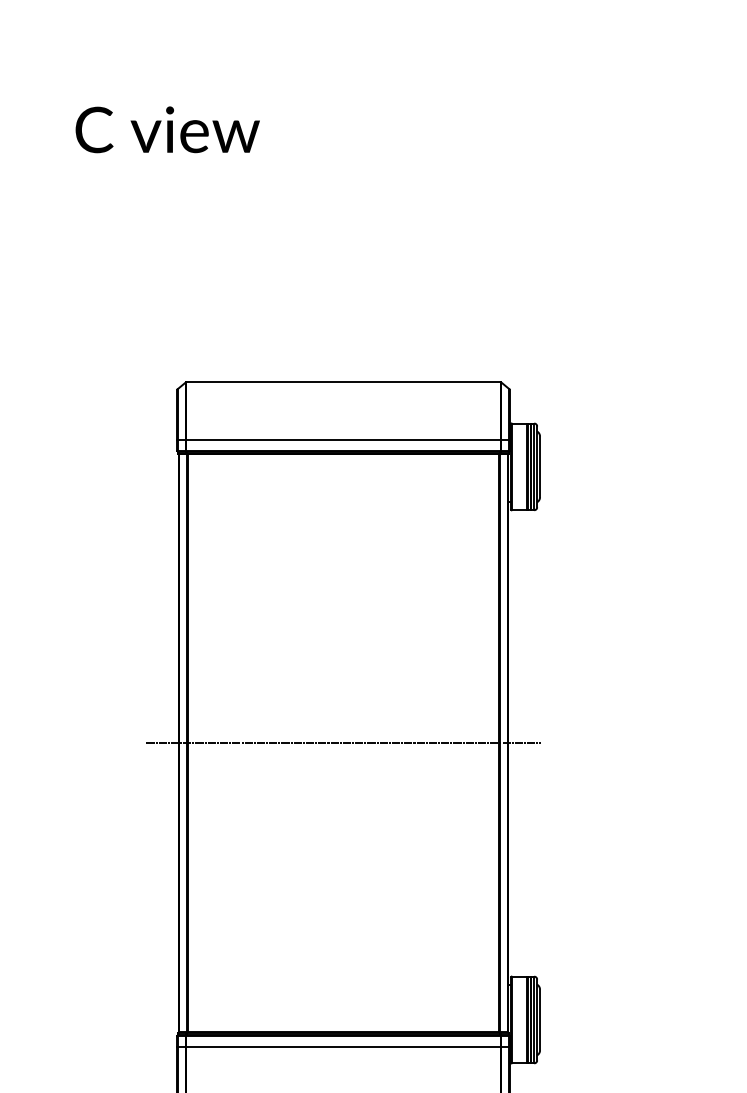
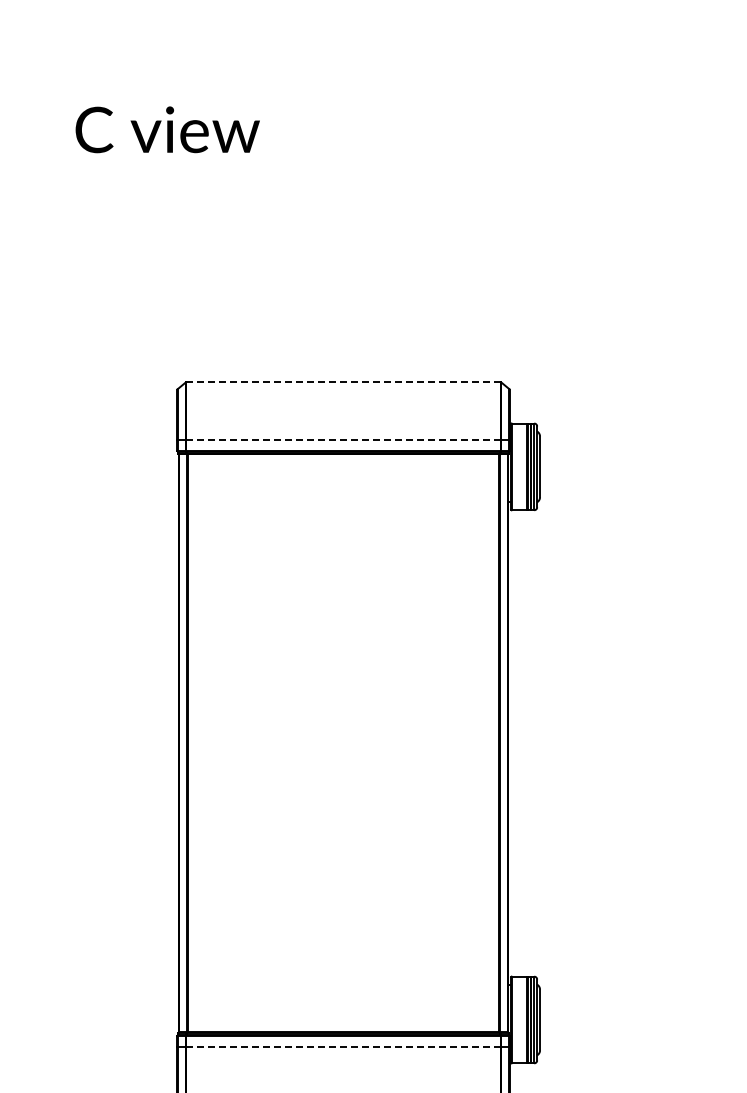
line at (343, 382): solid -> dashed
line at (344, 440): solid -> dashed
line at (343, 743): present -> none
line at (343, 1046): solid -> dashed
